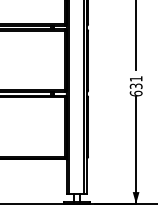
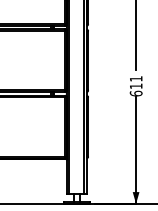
text at (135, 86): 631 -> 611
